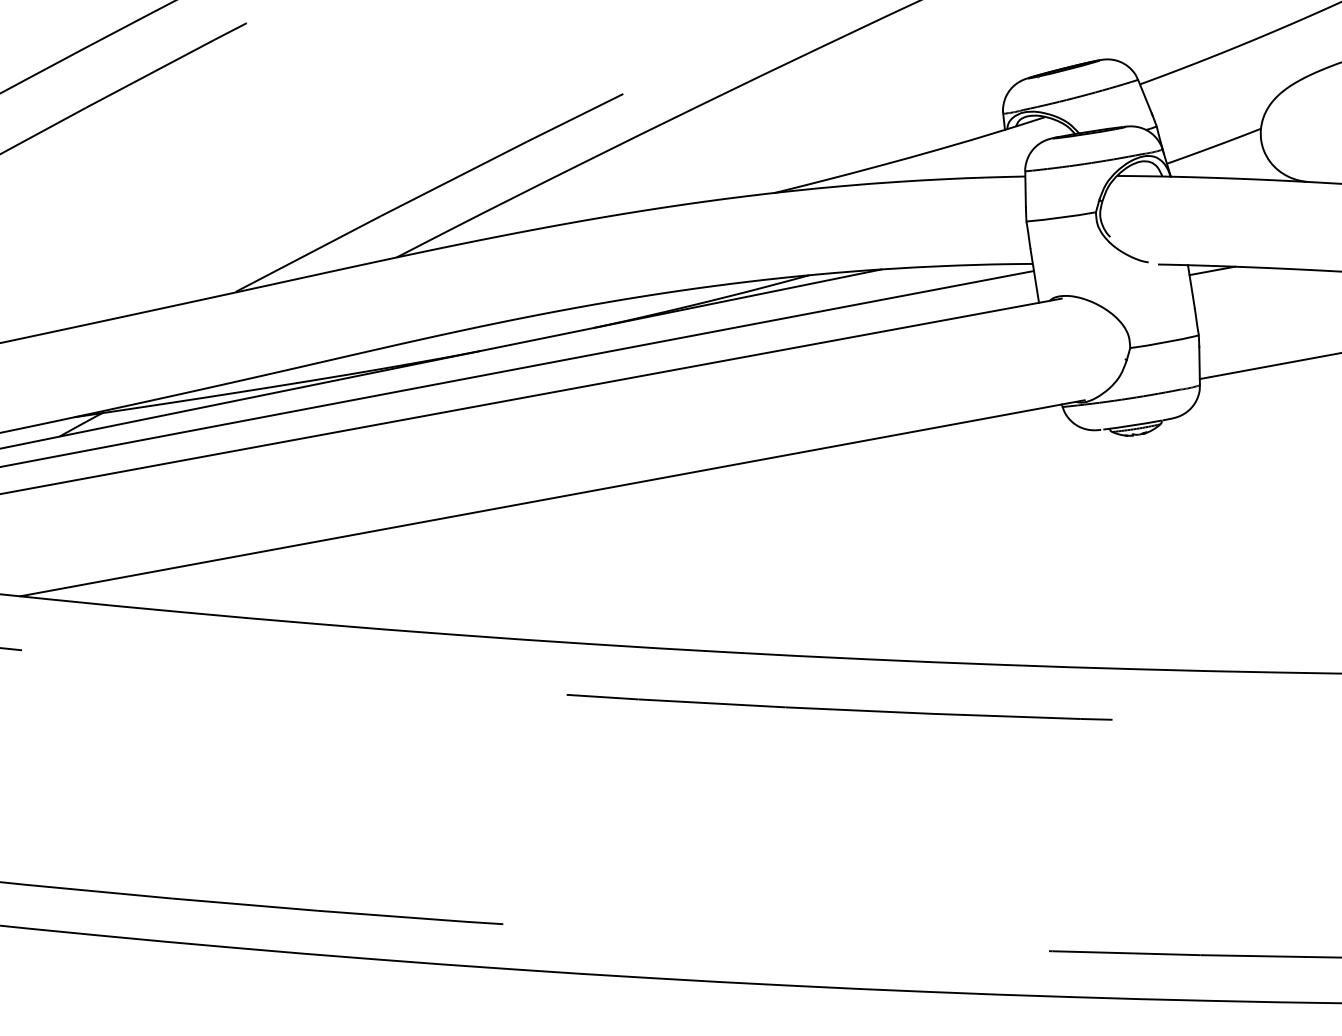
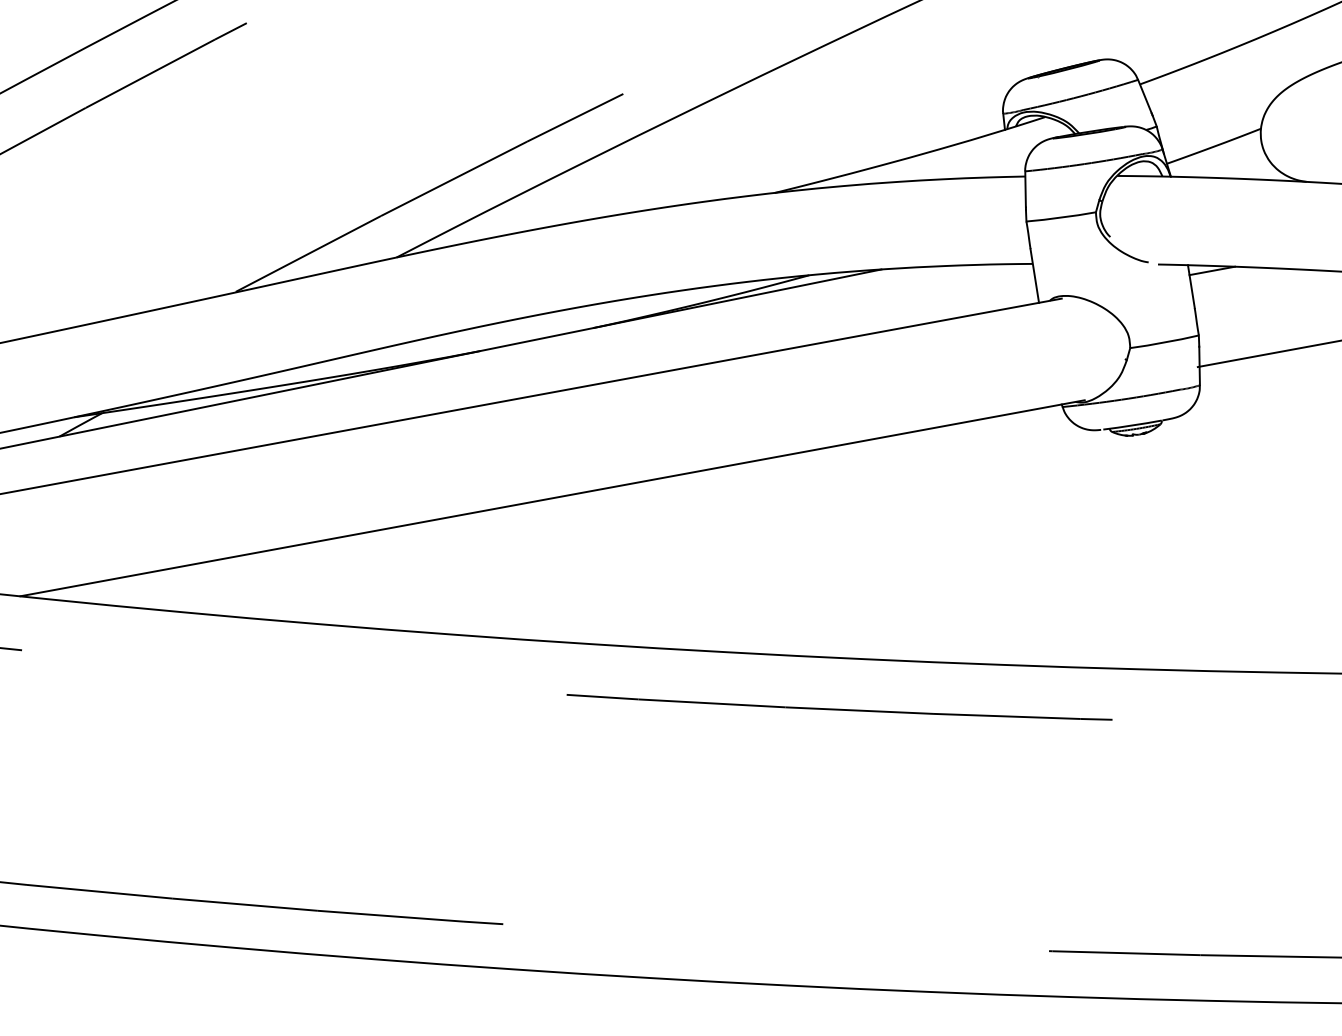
line at (1268, 366) position: (1268, 366) -> (1267, 354)
line at (517, 368): present -> none
